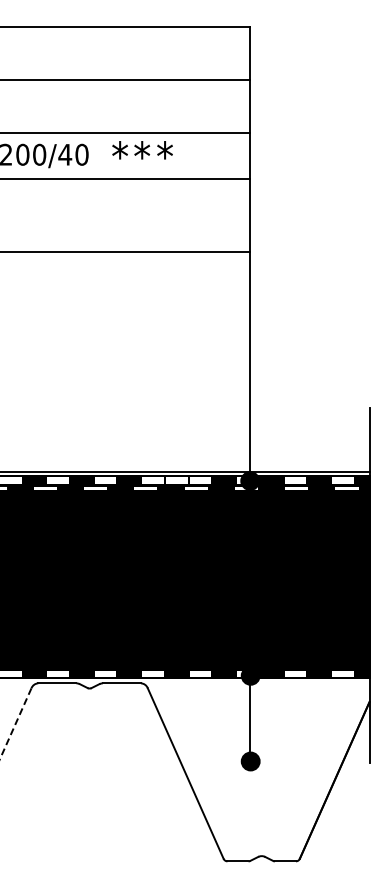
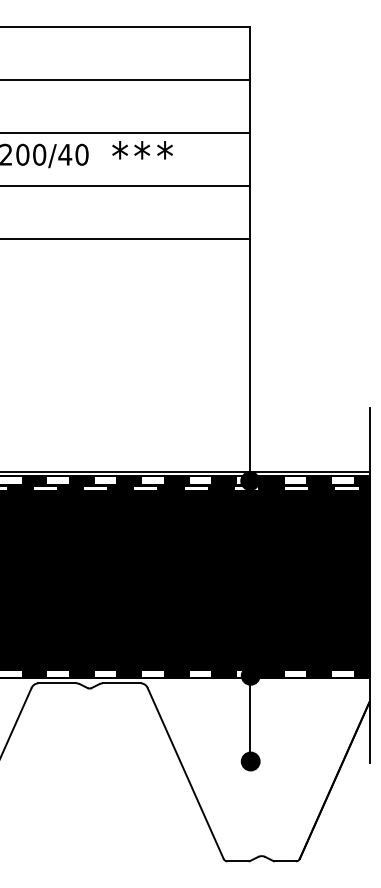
line at (126, 179) position: (126, 179) -> (126, 186)
line at (126, 252) position: (126, 252) -> (126, 239)
fill at (176, 480): none -> present
line at (15, 723): dashed -> solid
